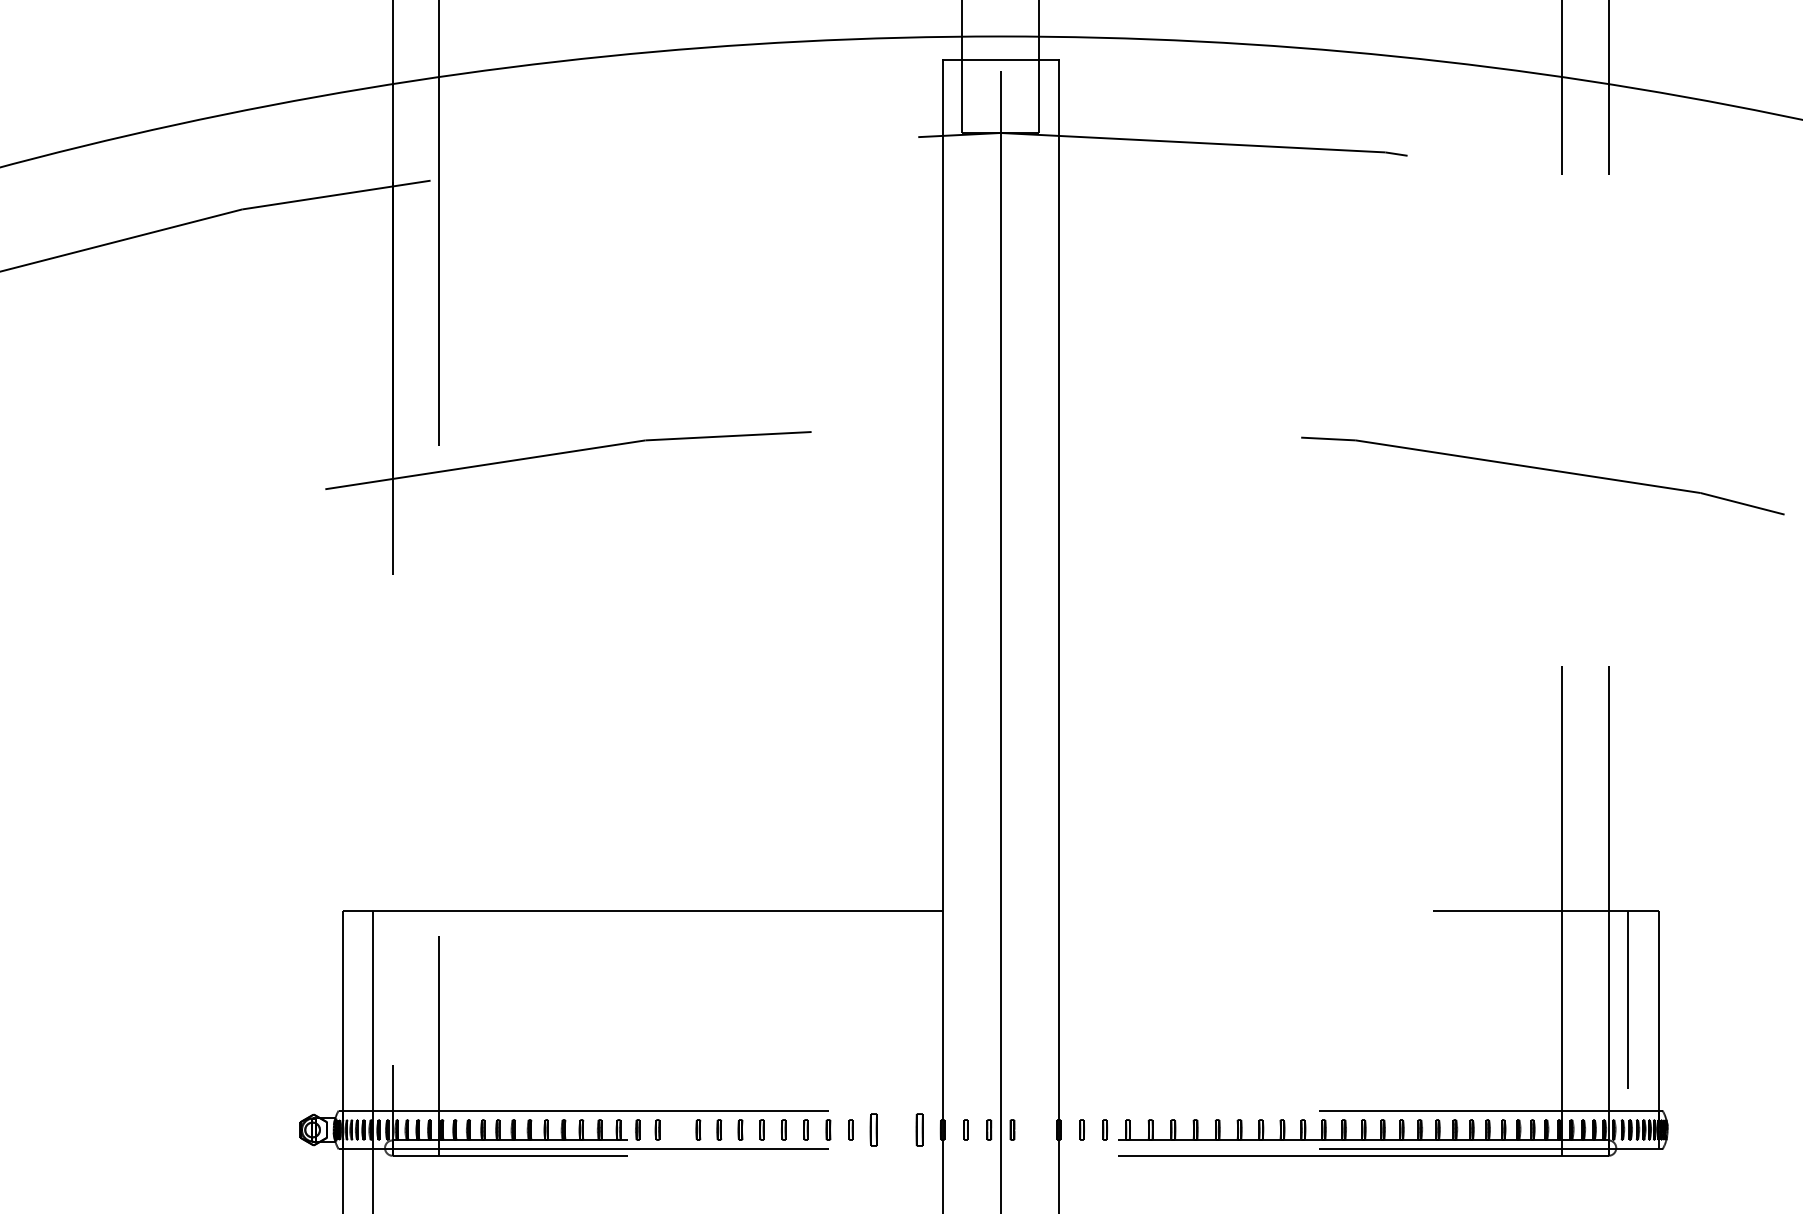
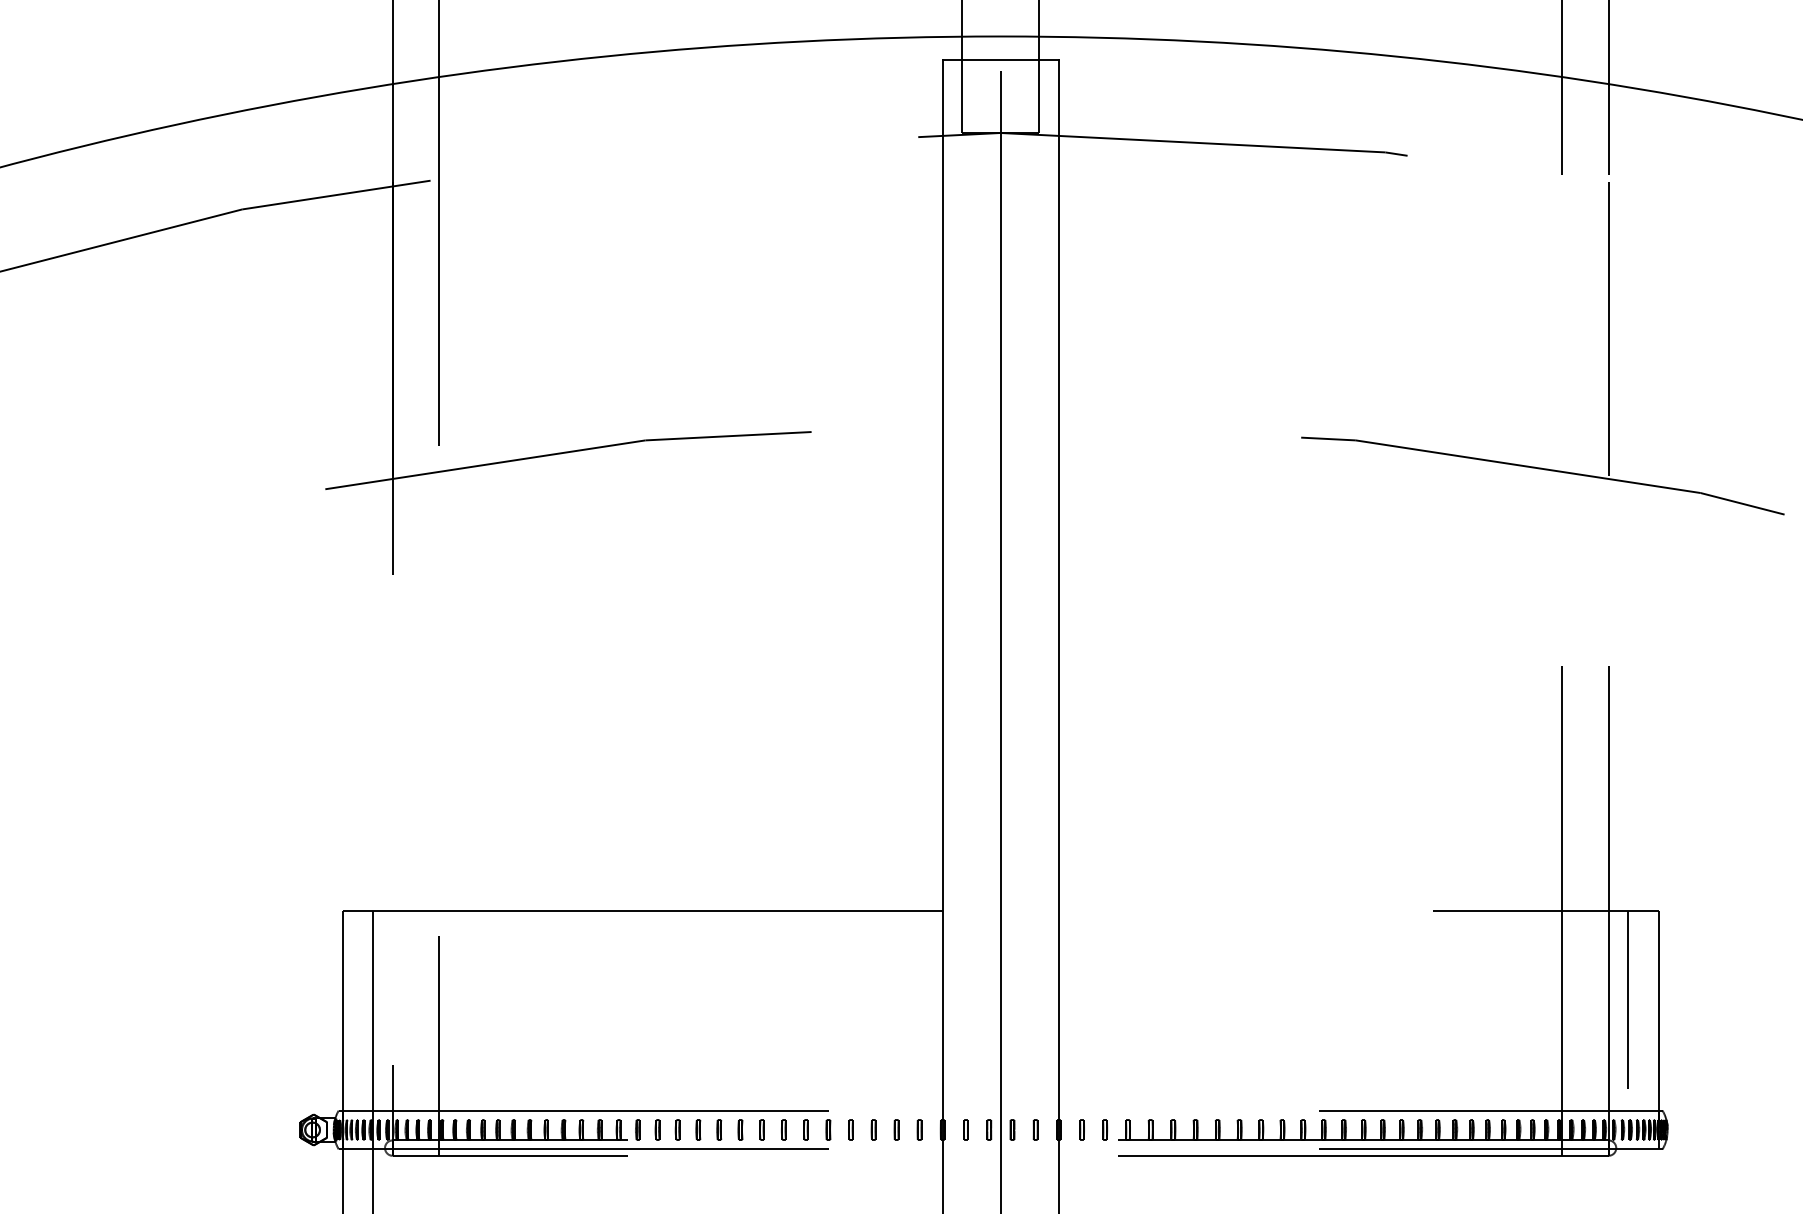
line at (1608, 329): none -> present
part at (677, 1129): none -> present
part at (873, 1129) size: 9x34 px -> 7x22 px
part at (896, 1129): none -> present
part at (919, 1129) size: 9x34 px -> 7x22 px
part at (1035, 1129): none -> present
